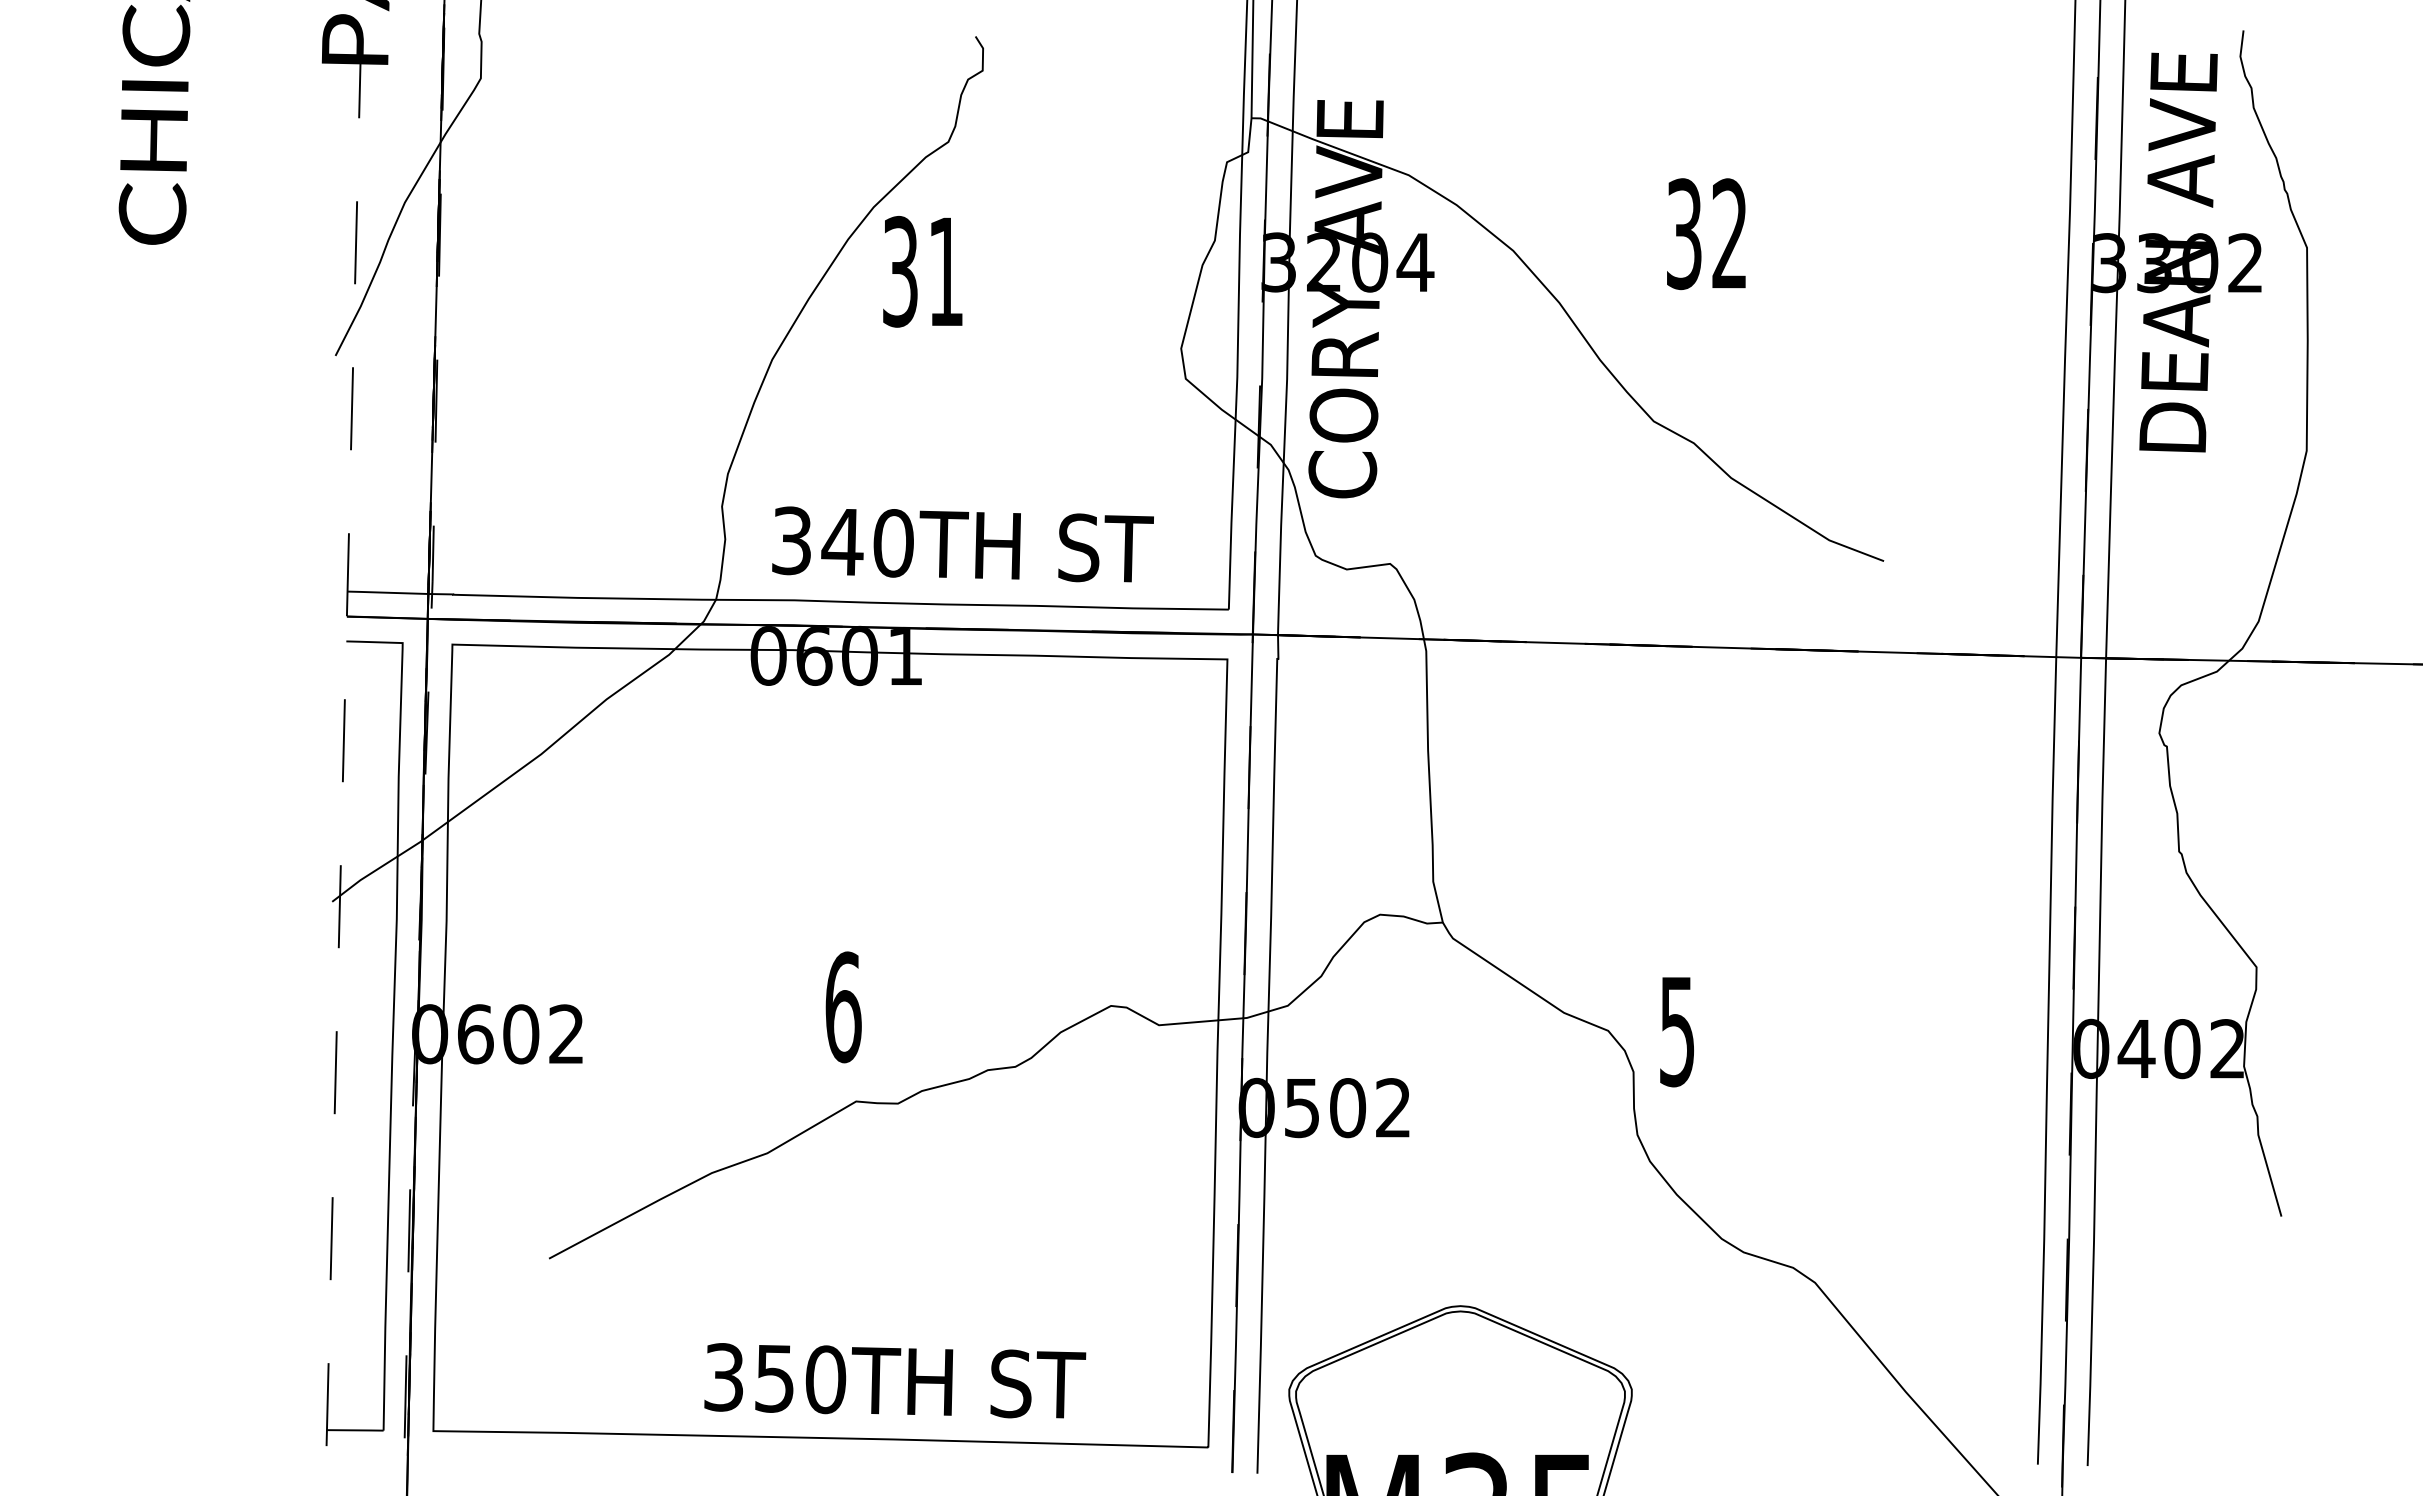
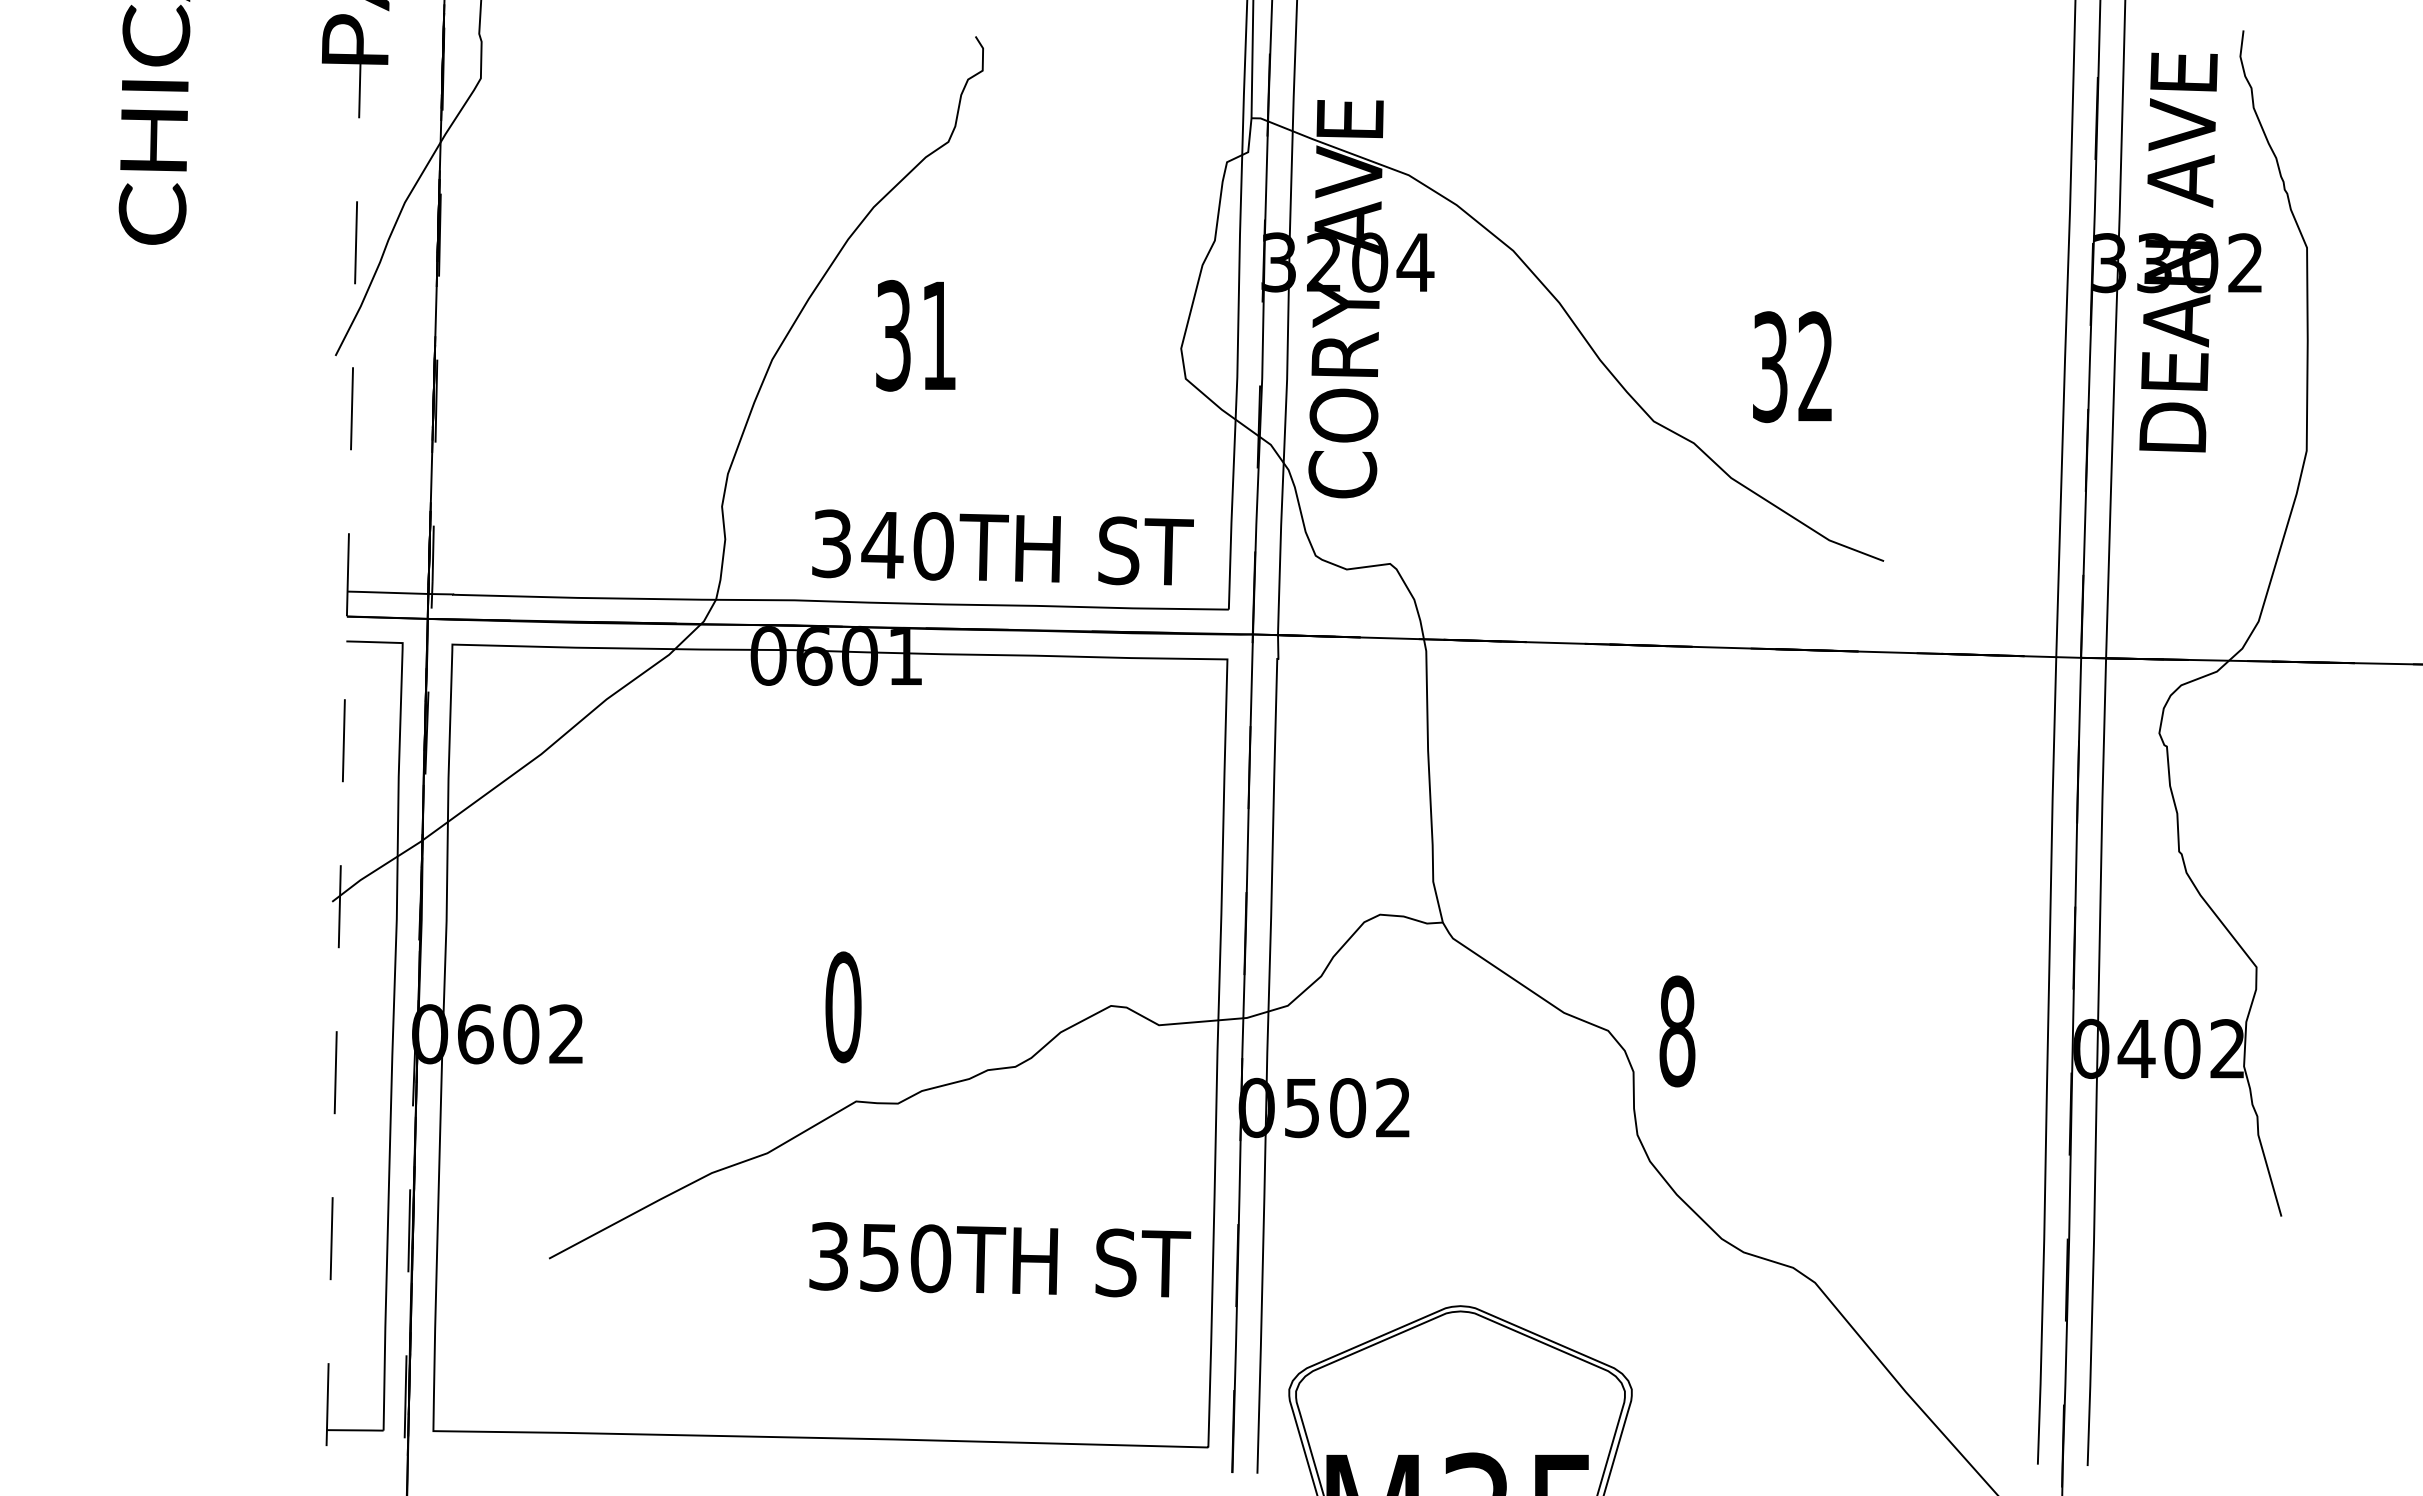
text at (1706, 234) position: (1706, 234) -> (1792, 367)
text at (922, 271) position: (922, 271) -> (915, 335)
text at (962, 544) position: (962, 544) -> (1002, 547)
text at (843, 1007): 6 -> 0
text at (1677, 1031): 5 -> 8
text at (895, 1380) position: (895, 1380) -> (1000, 1259)
